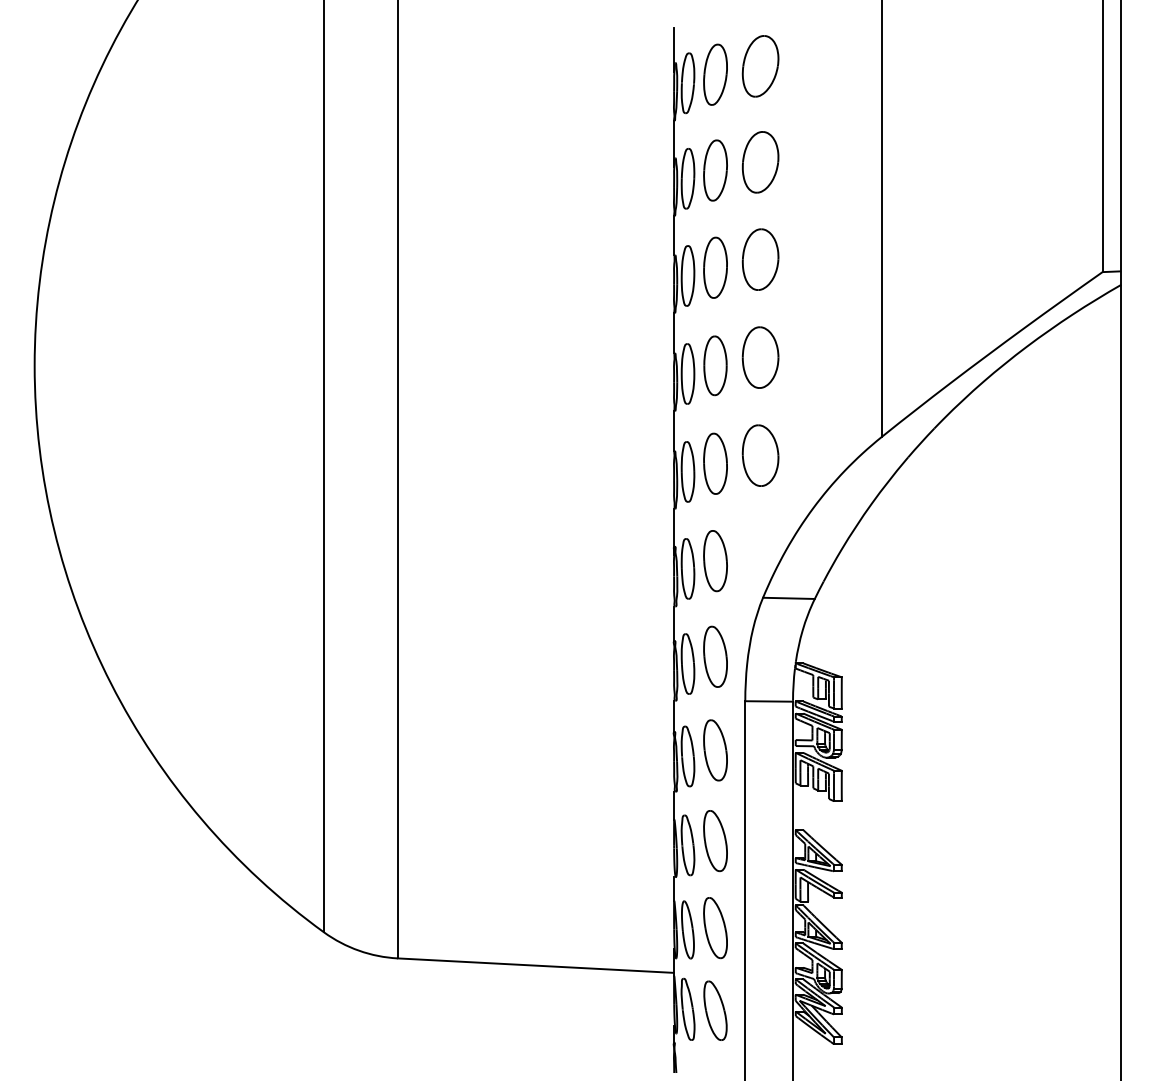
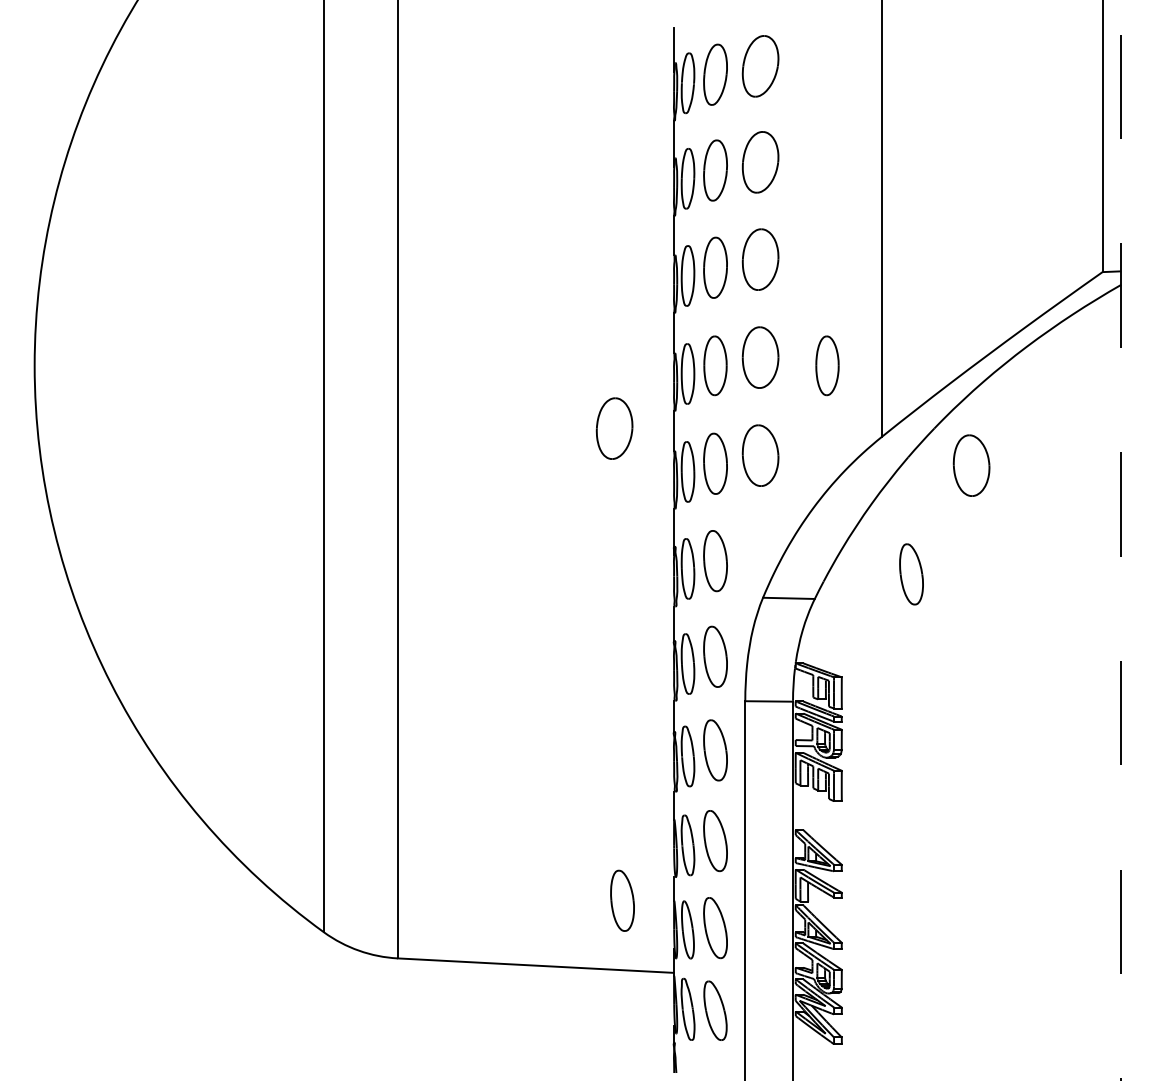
part at (827, 365): none -> present
part at (614, 428): none -> present
part at (971, 465): none -> present
line at (1121, 540): solid -> dashed
part at (911, 574): none -> present
part at (622, 900): none -> present
